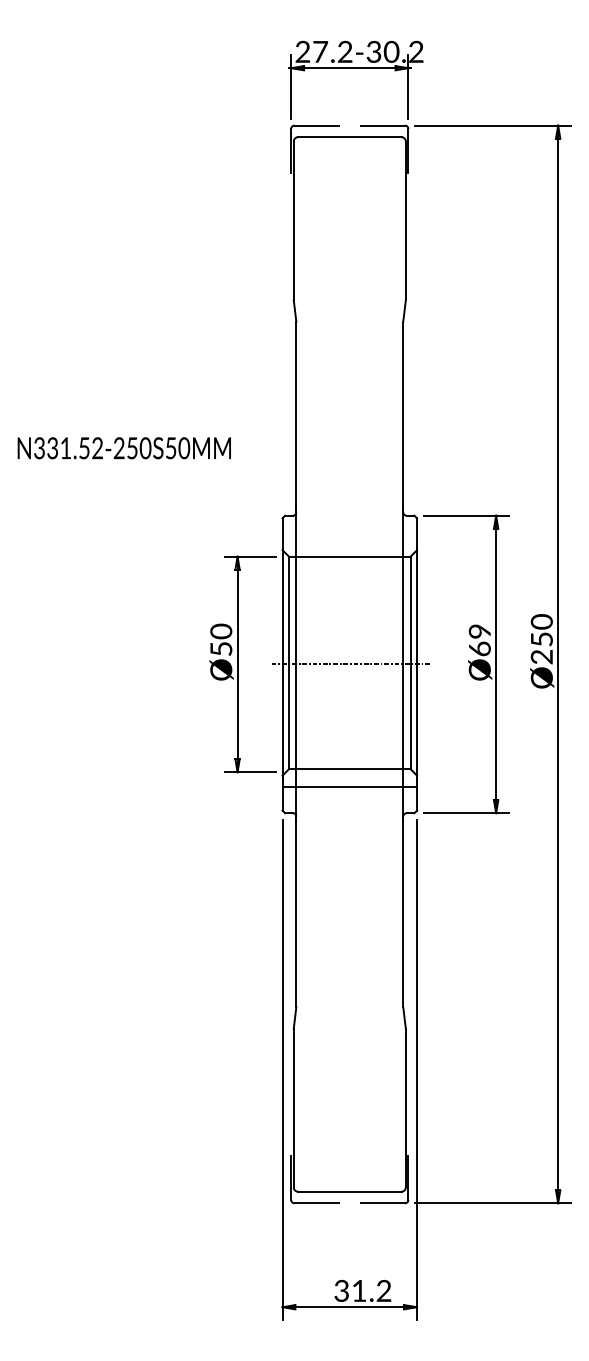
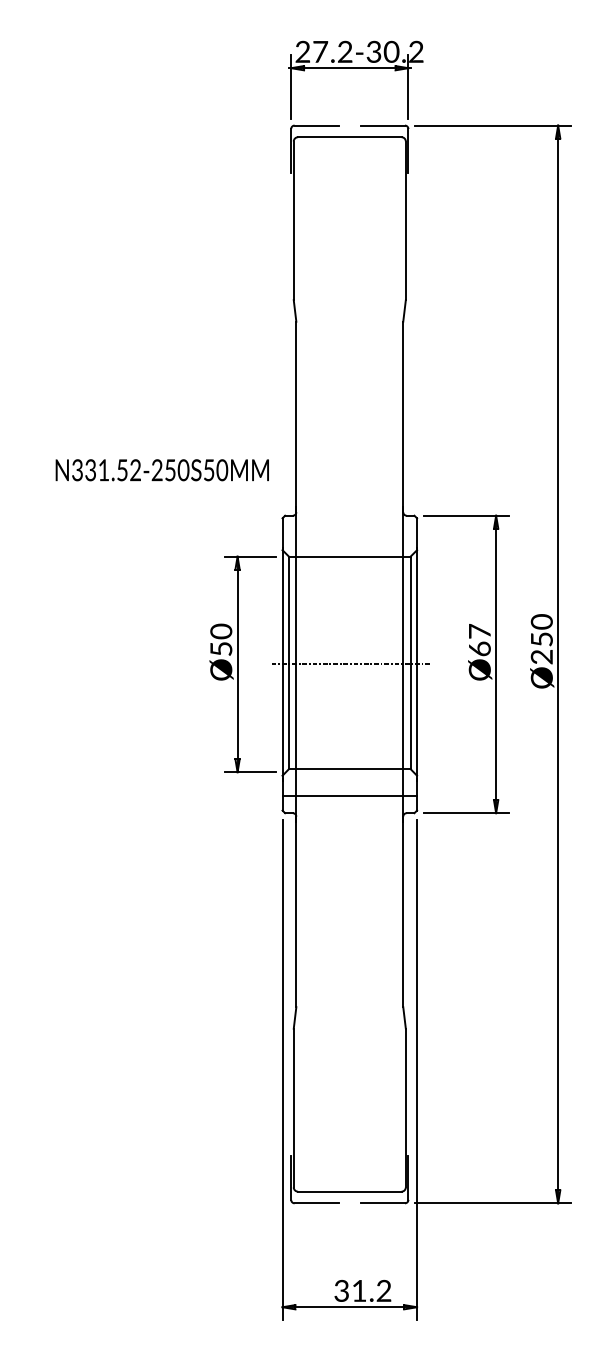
text at (123, 448) position: (123, 448) -> (161, 470)
text at (479, 631): Ø69 -> Ø67
line at (349, 787) position: (349, 787) -> (349, 796)
